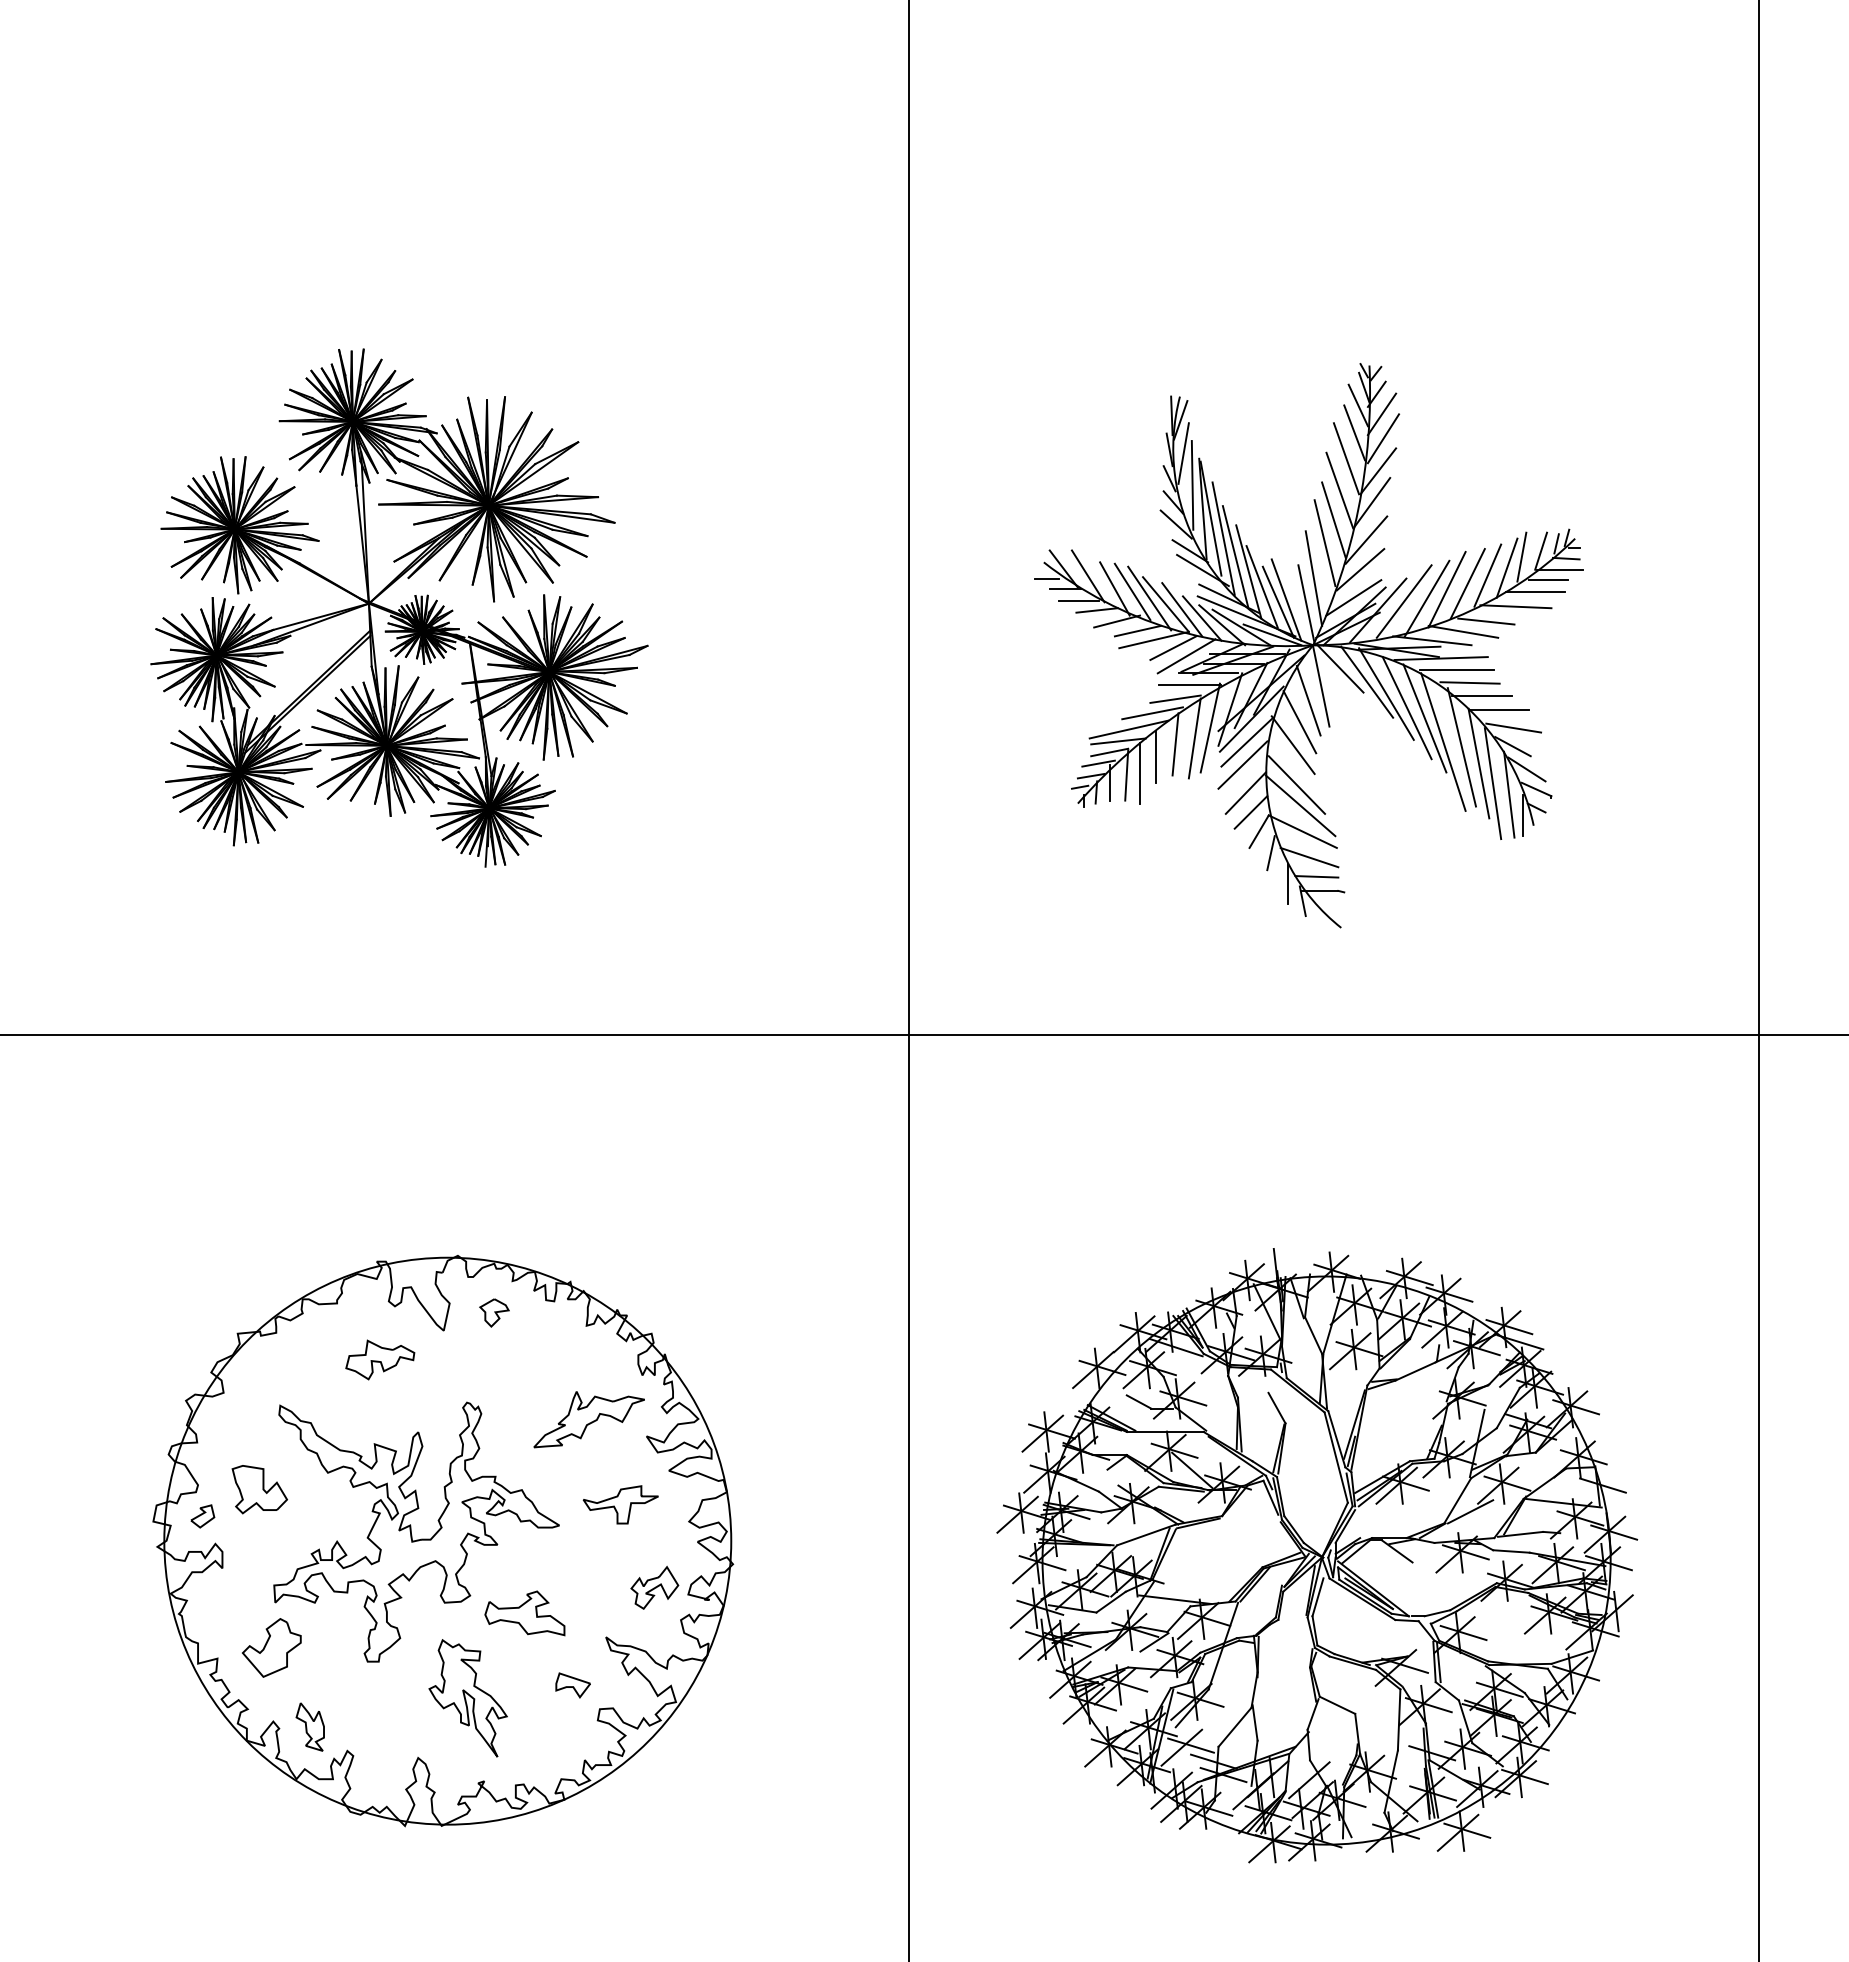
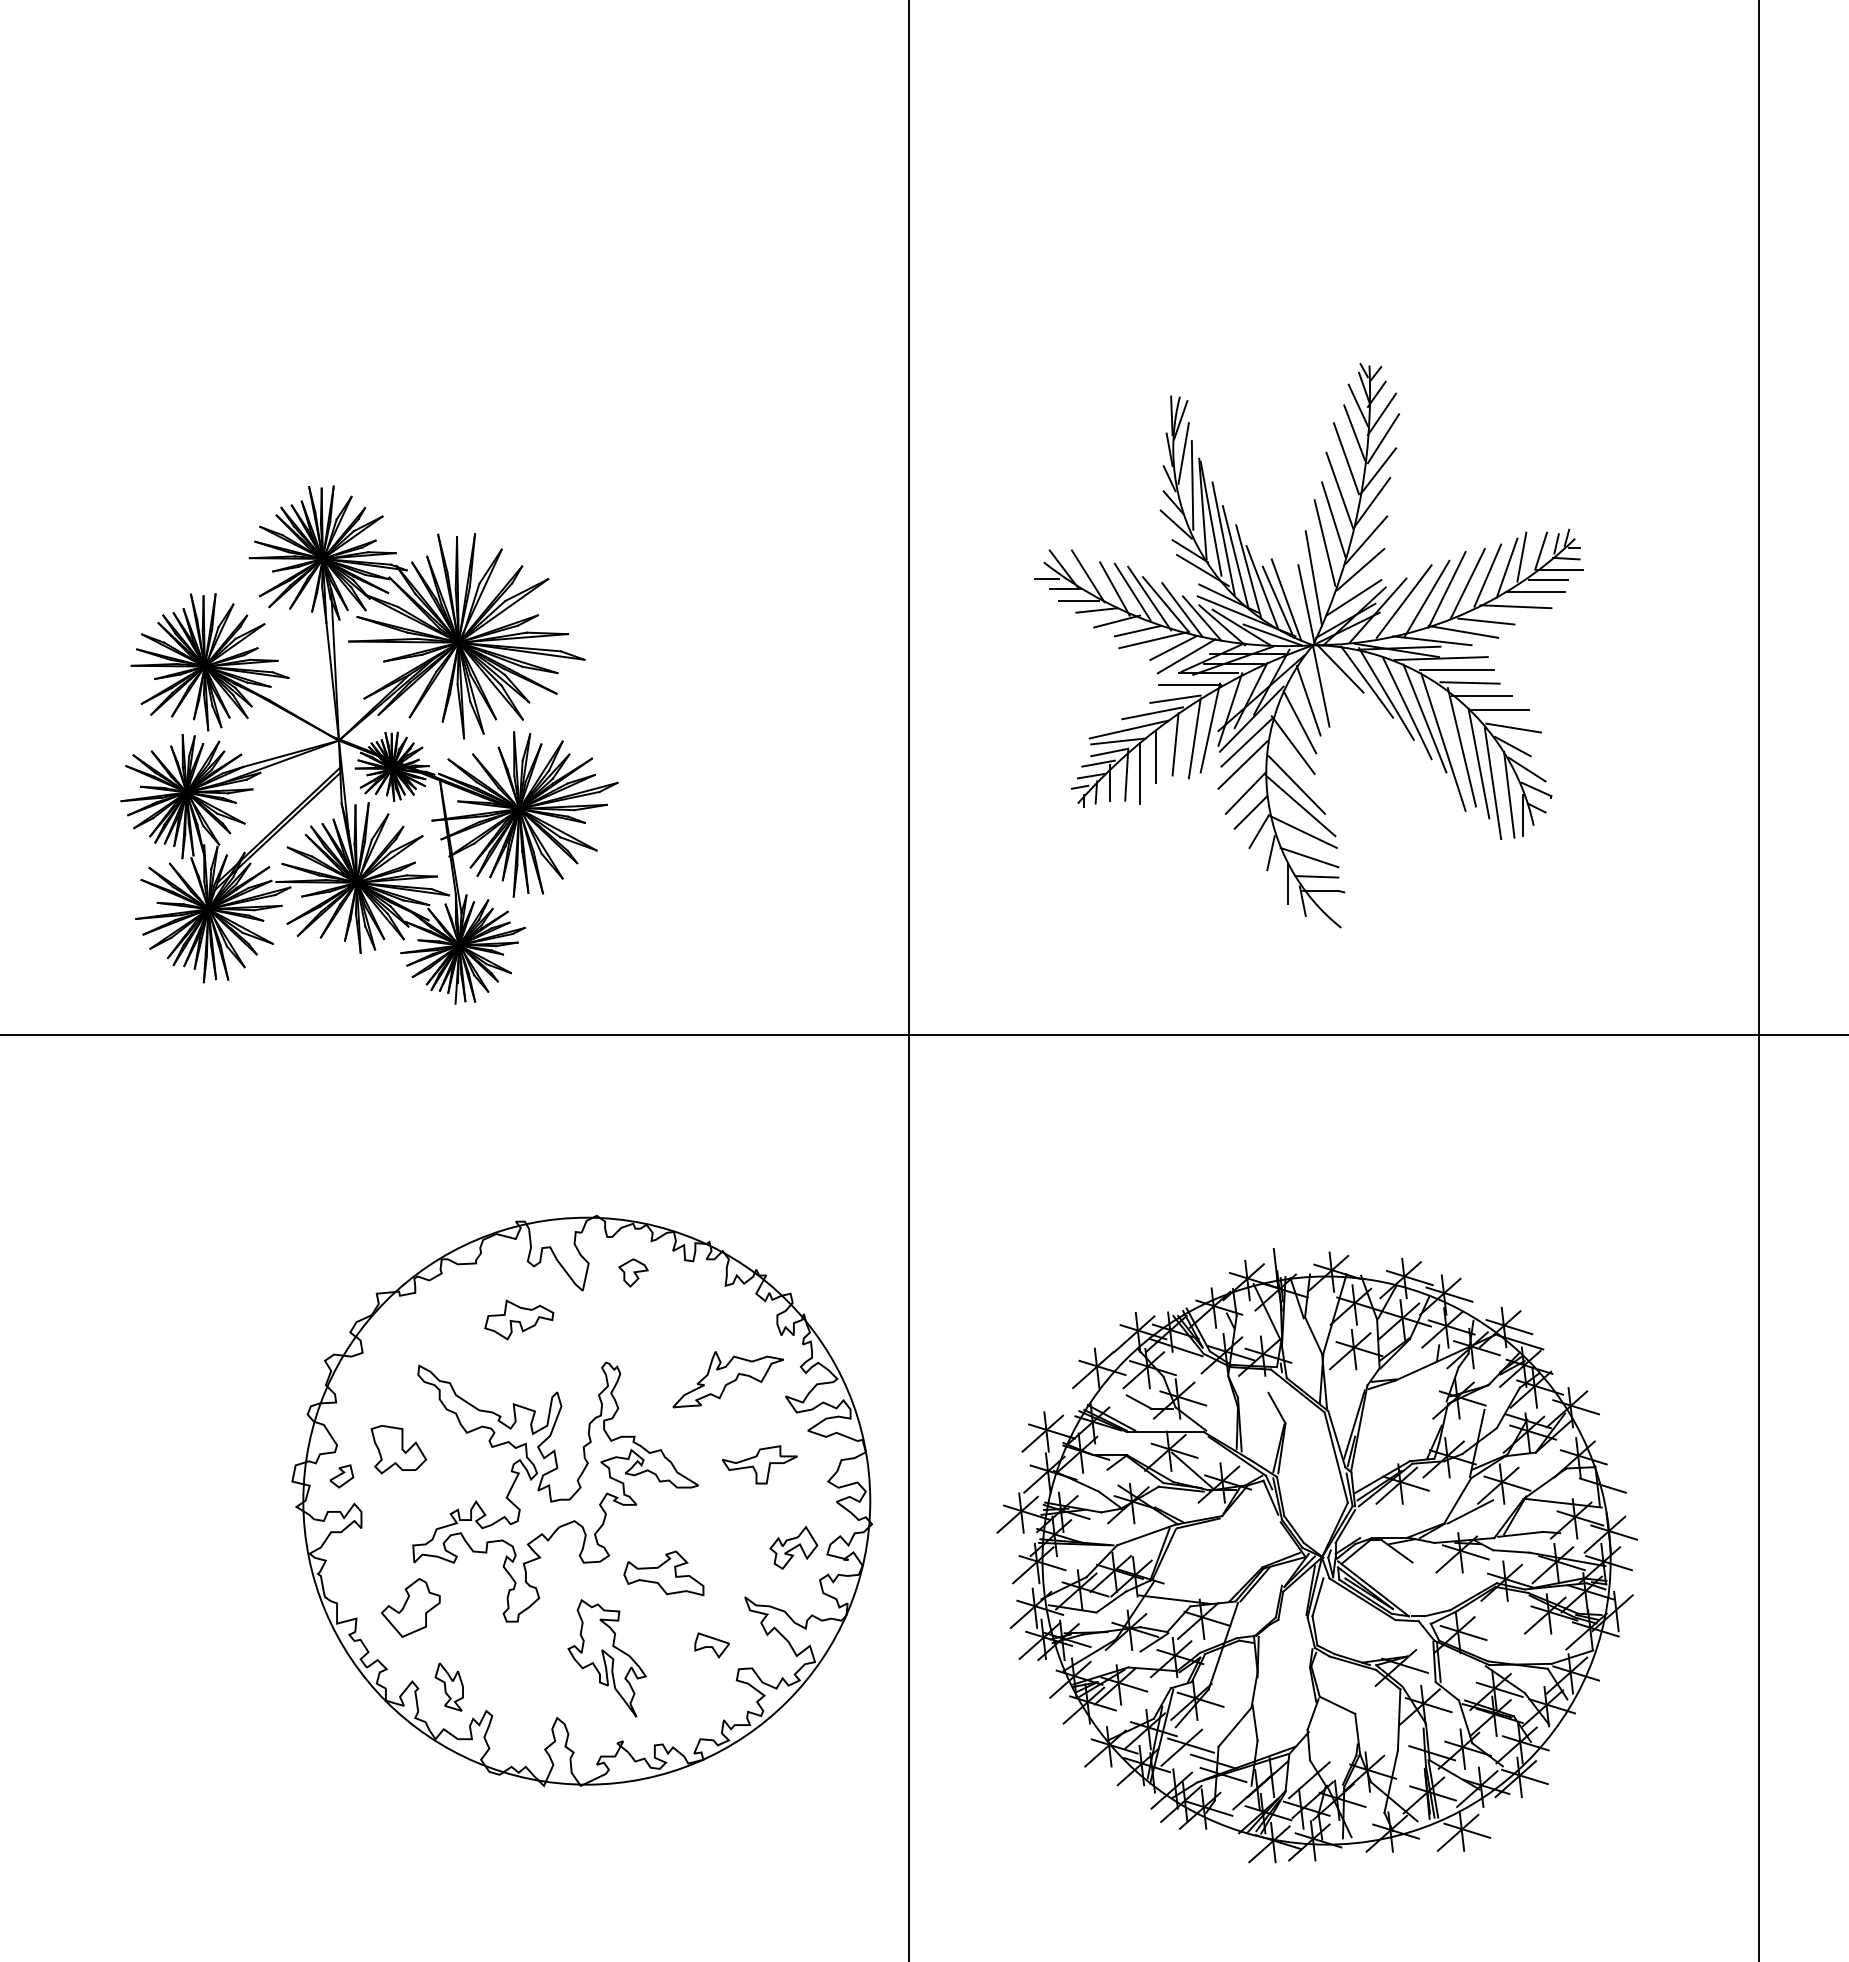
part at (399, 607) position: (399, 607) -> (369, 744)
part at (443, 1541) position: (443, 1541) -> (582, 1501)
